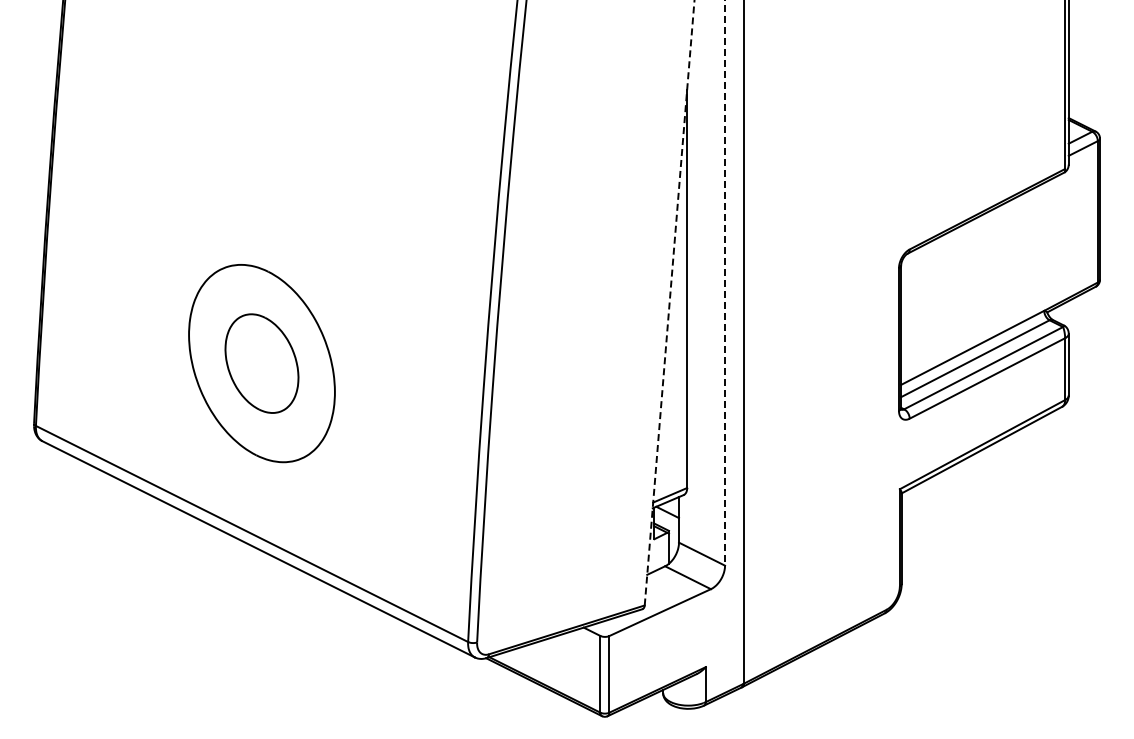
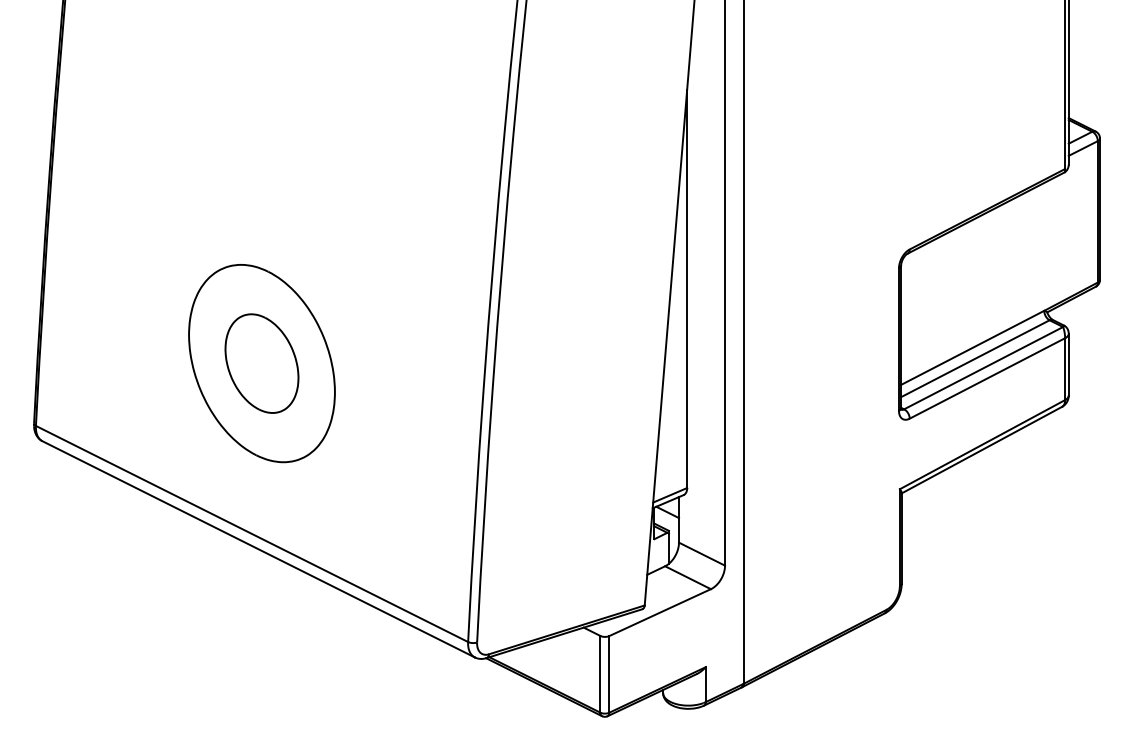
line at (725, 283): dashed -> solid
line at (669, 302): dashed -> solid
